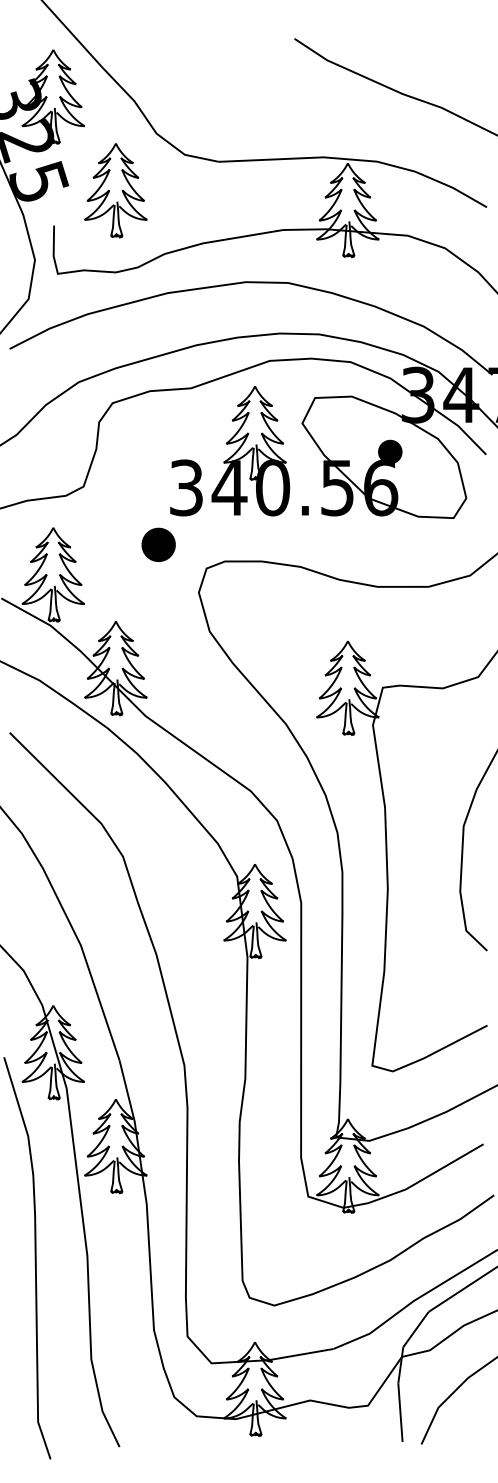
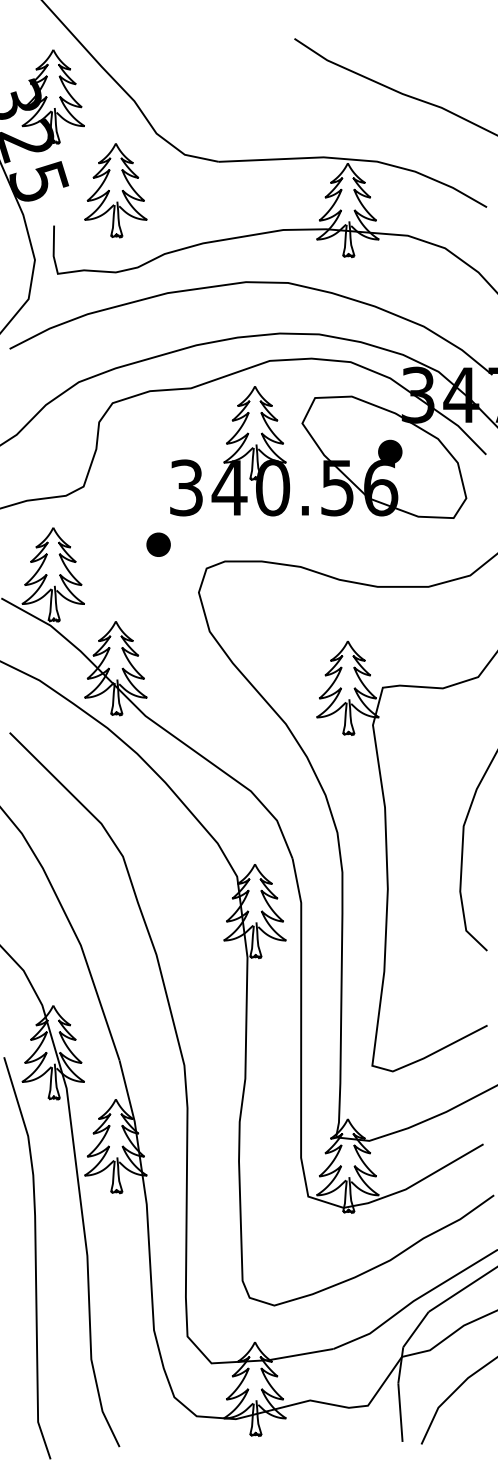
part at (158, 544) size: 35x35 px -> 25x25 px
